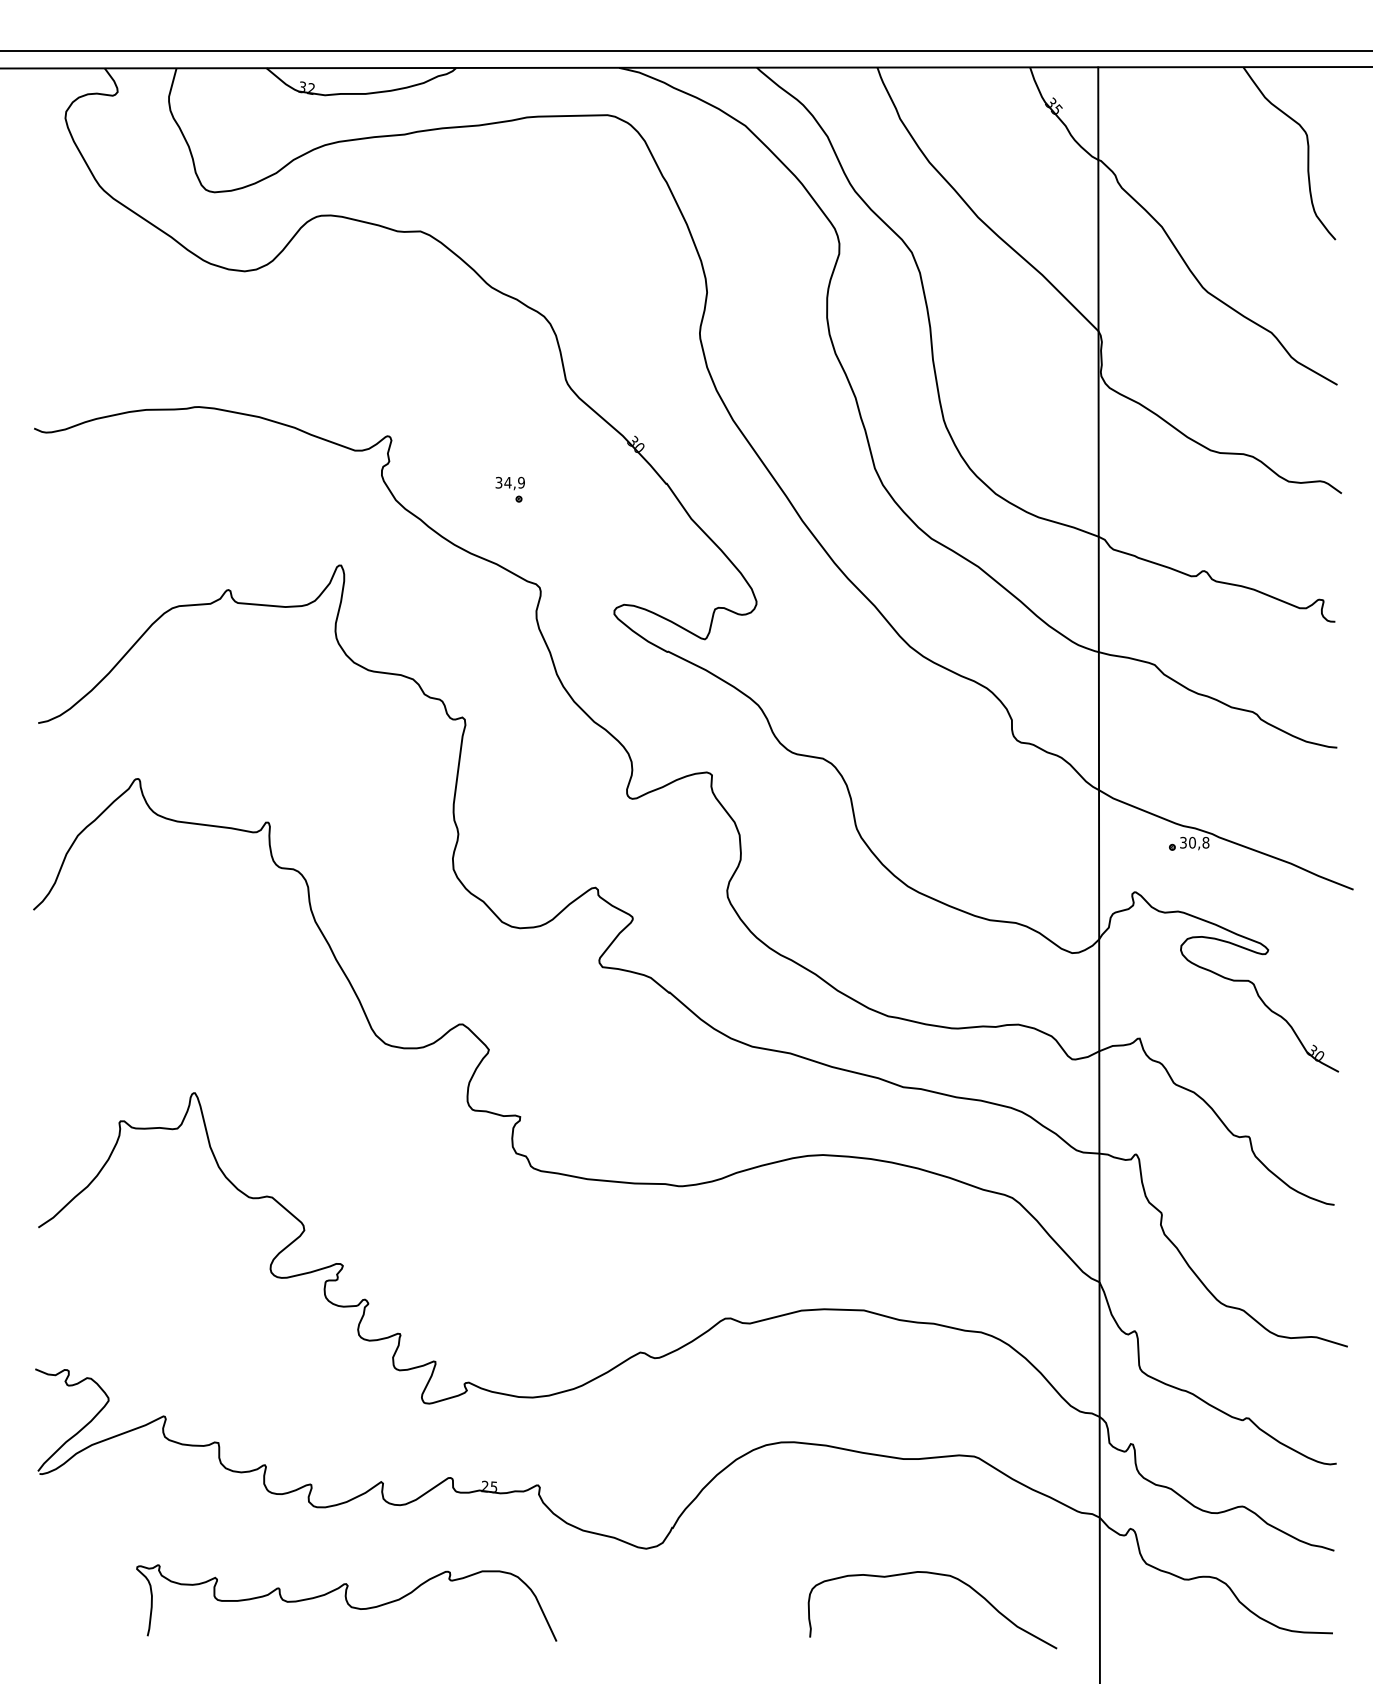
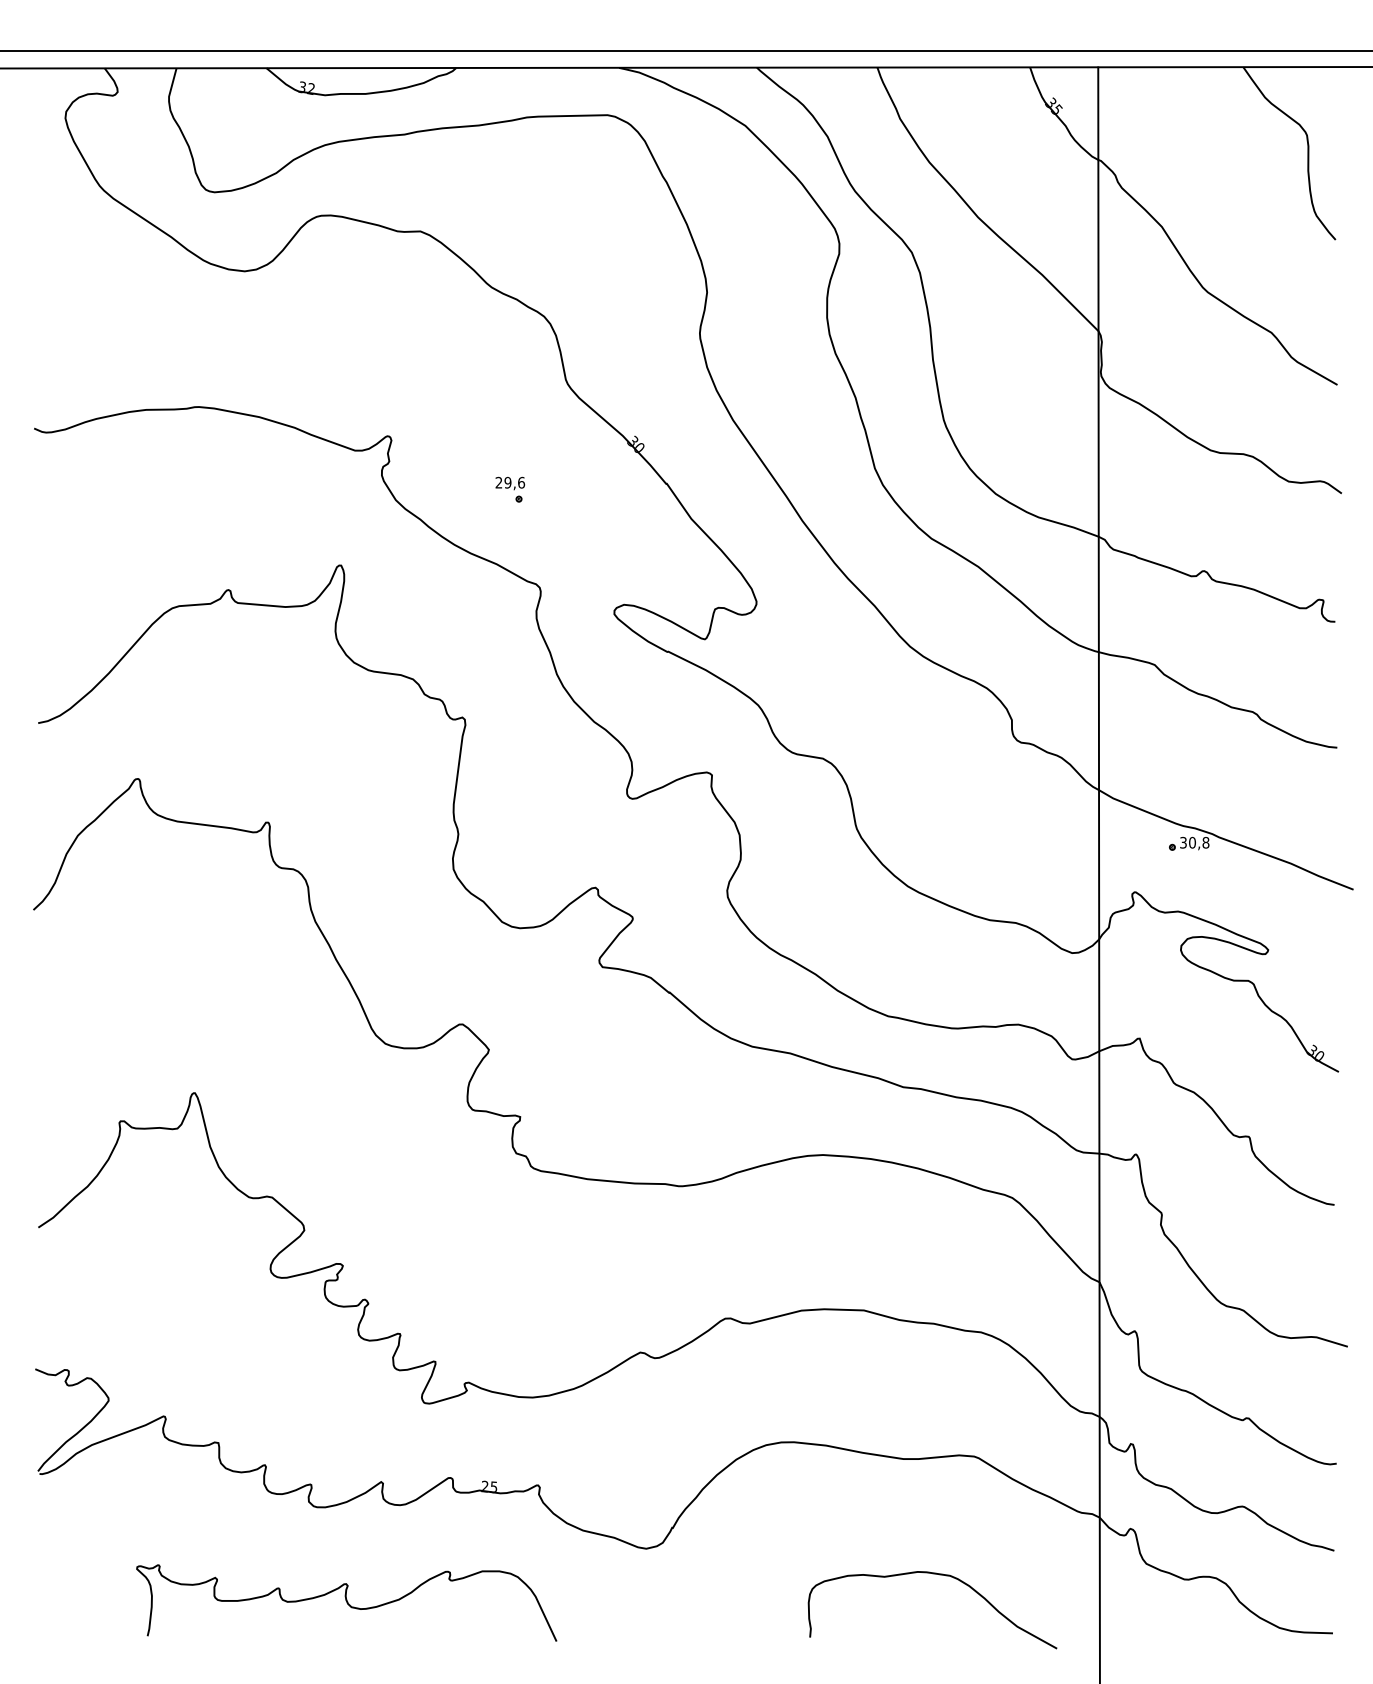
text at (510, 482): 34,9 -> 29,6
